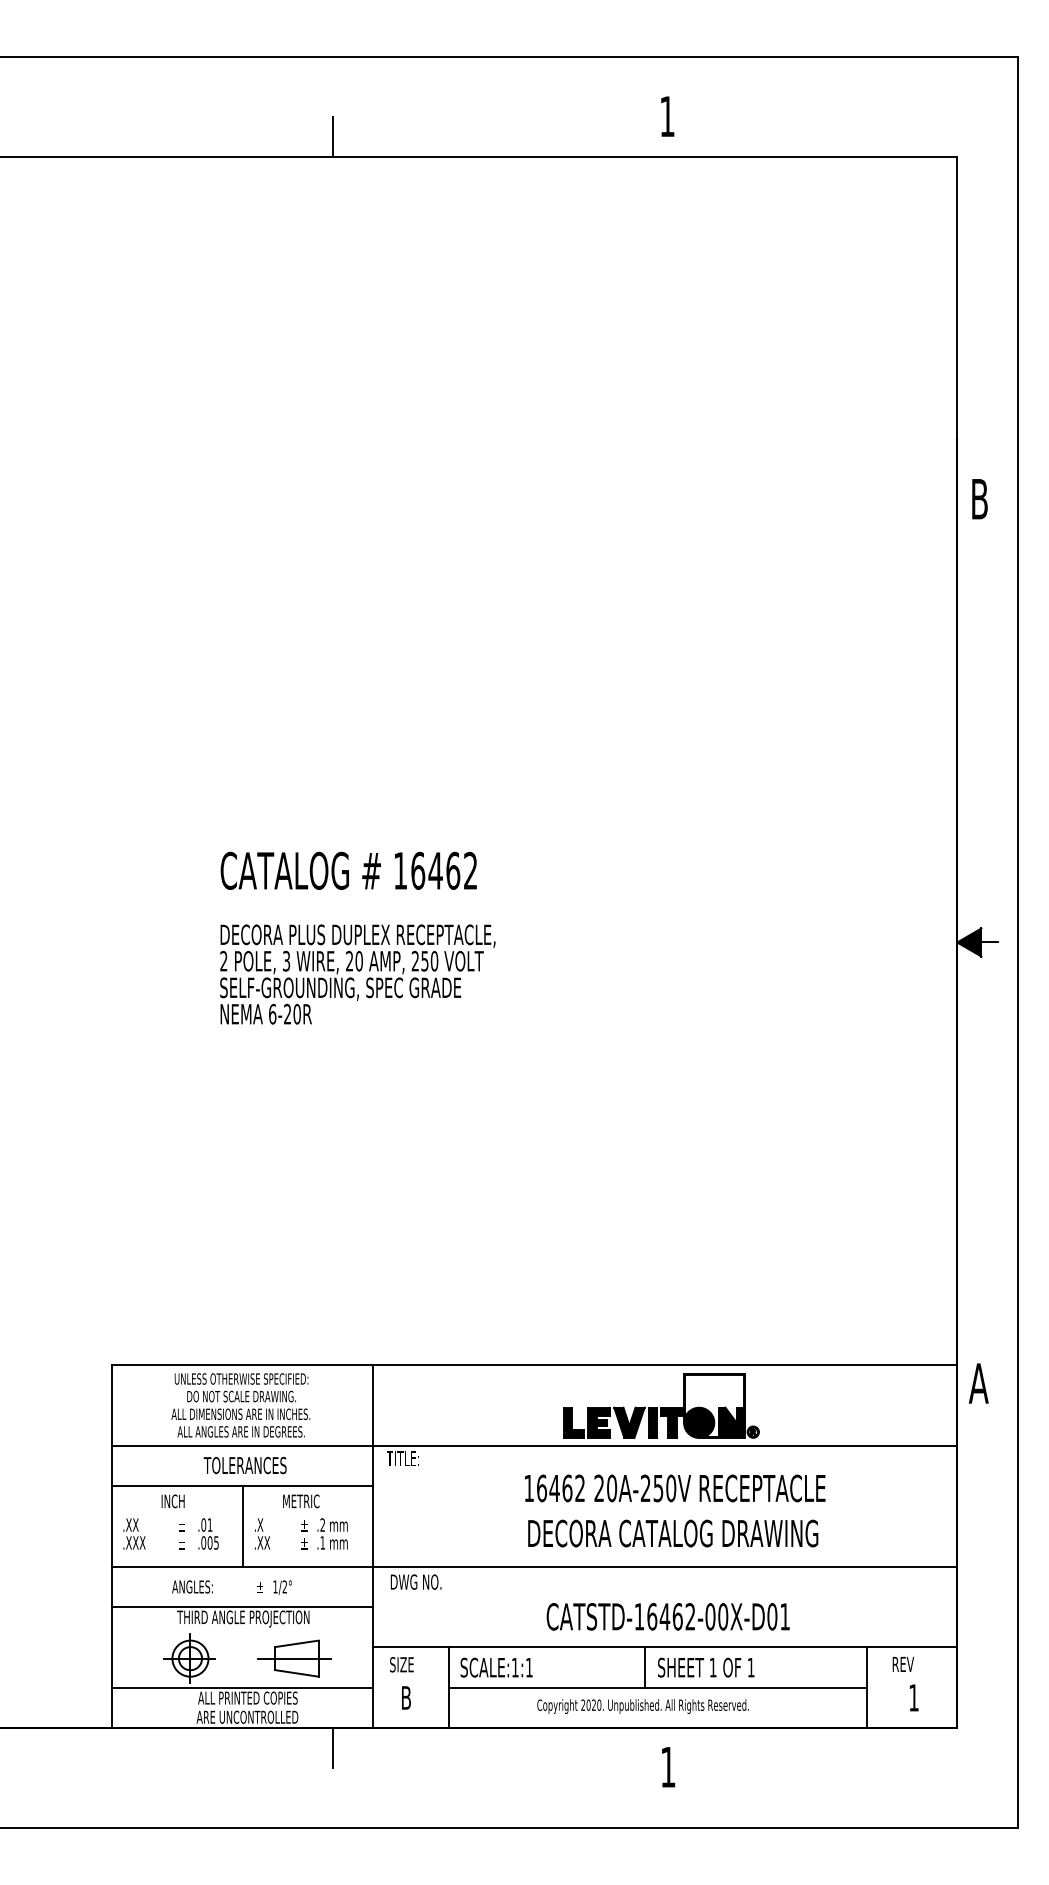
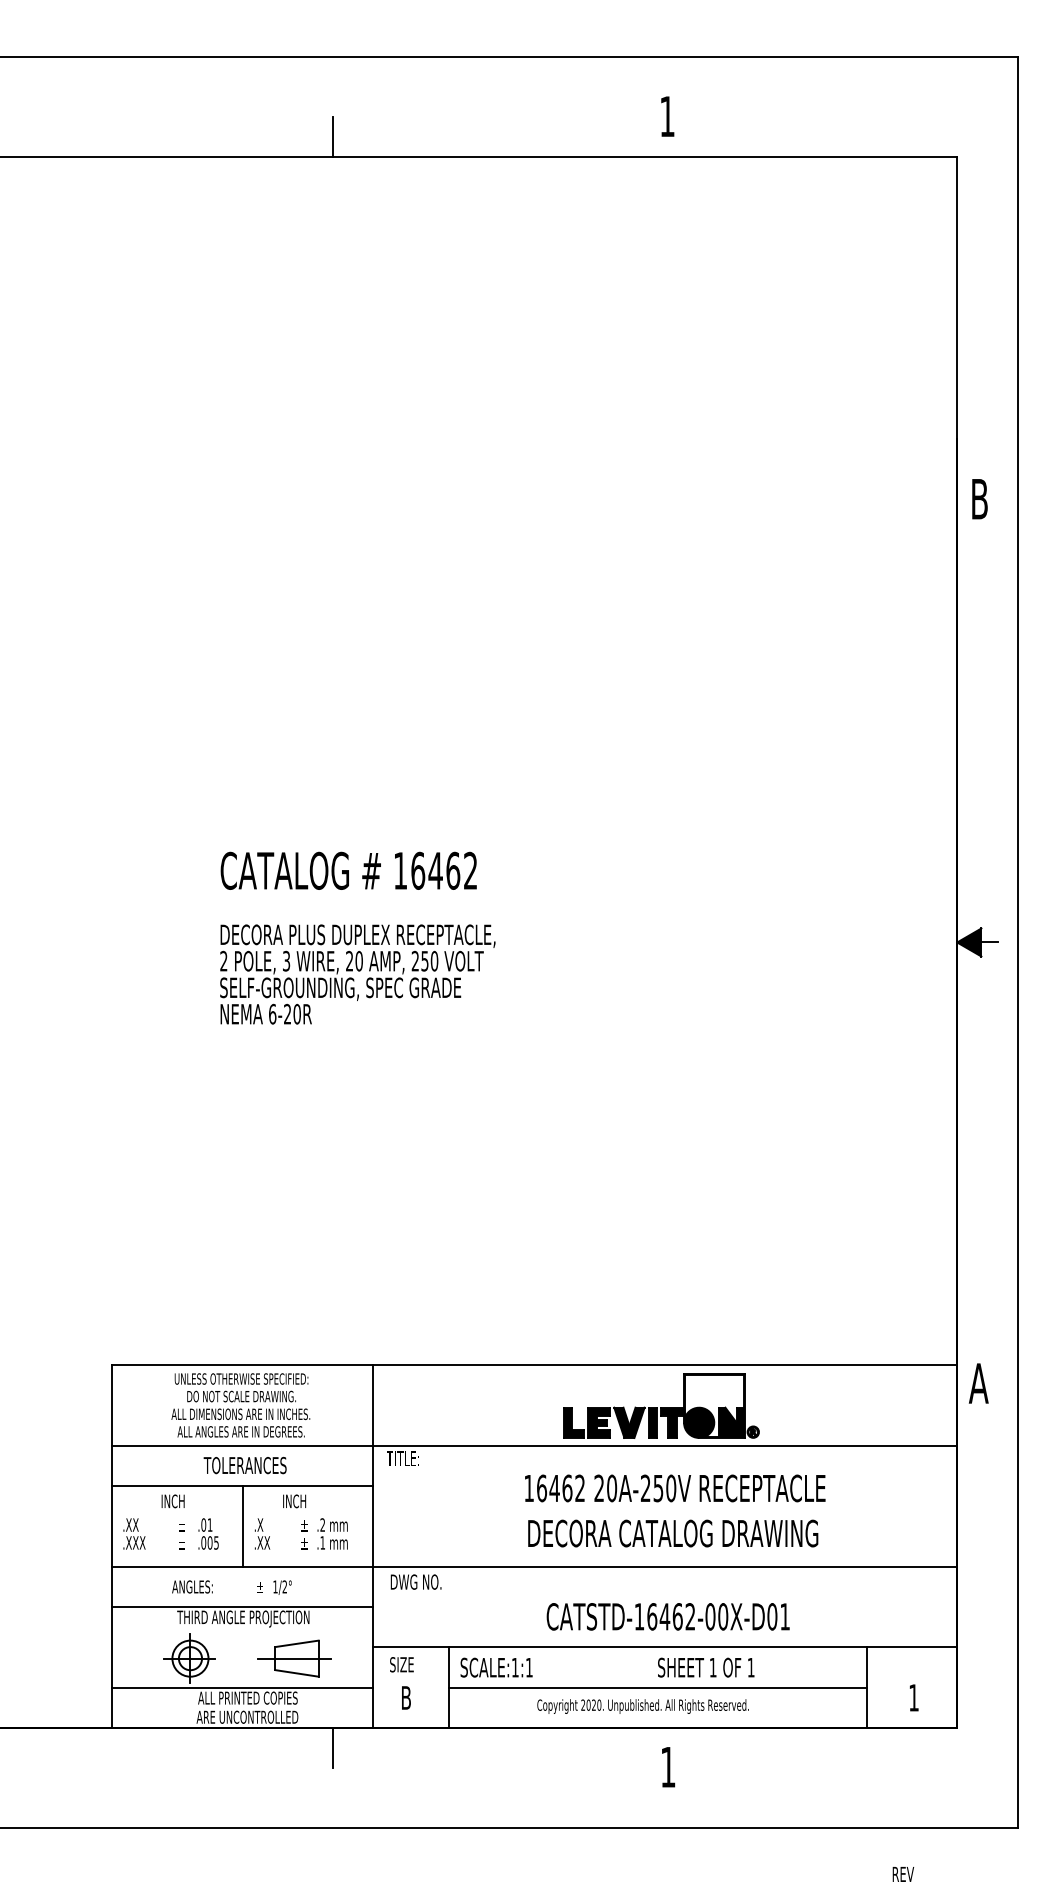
text at (301, 1501): METRIC -> INCH
text at (903, 1664) position: (903, 1664) -> (903, 1874)
line at (645, 1667): present -> none
